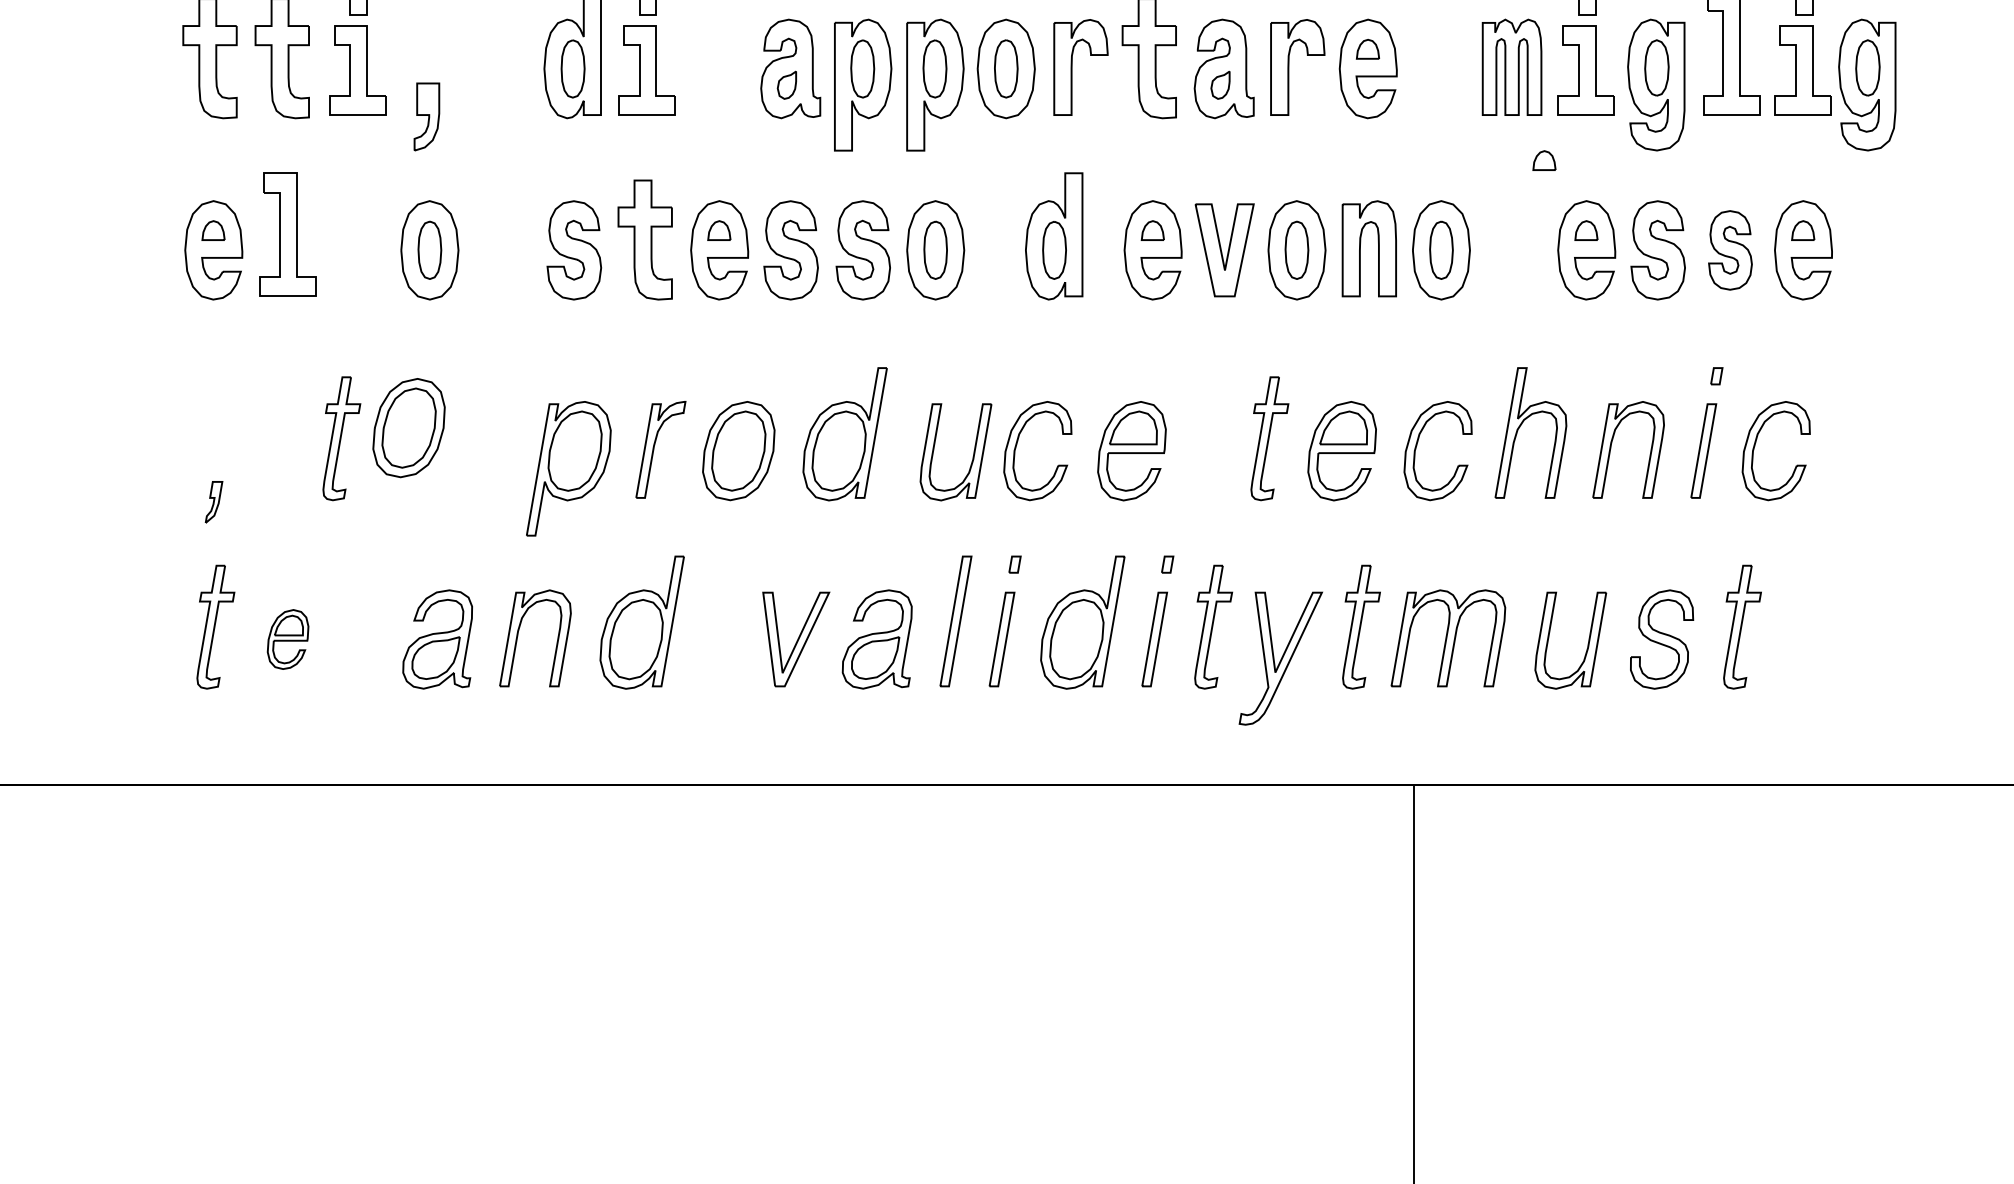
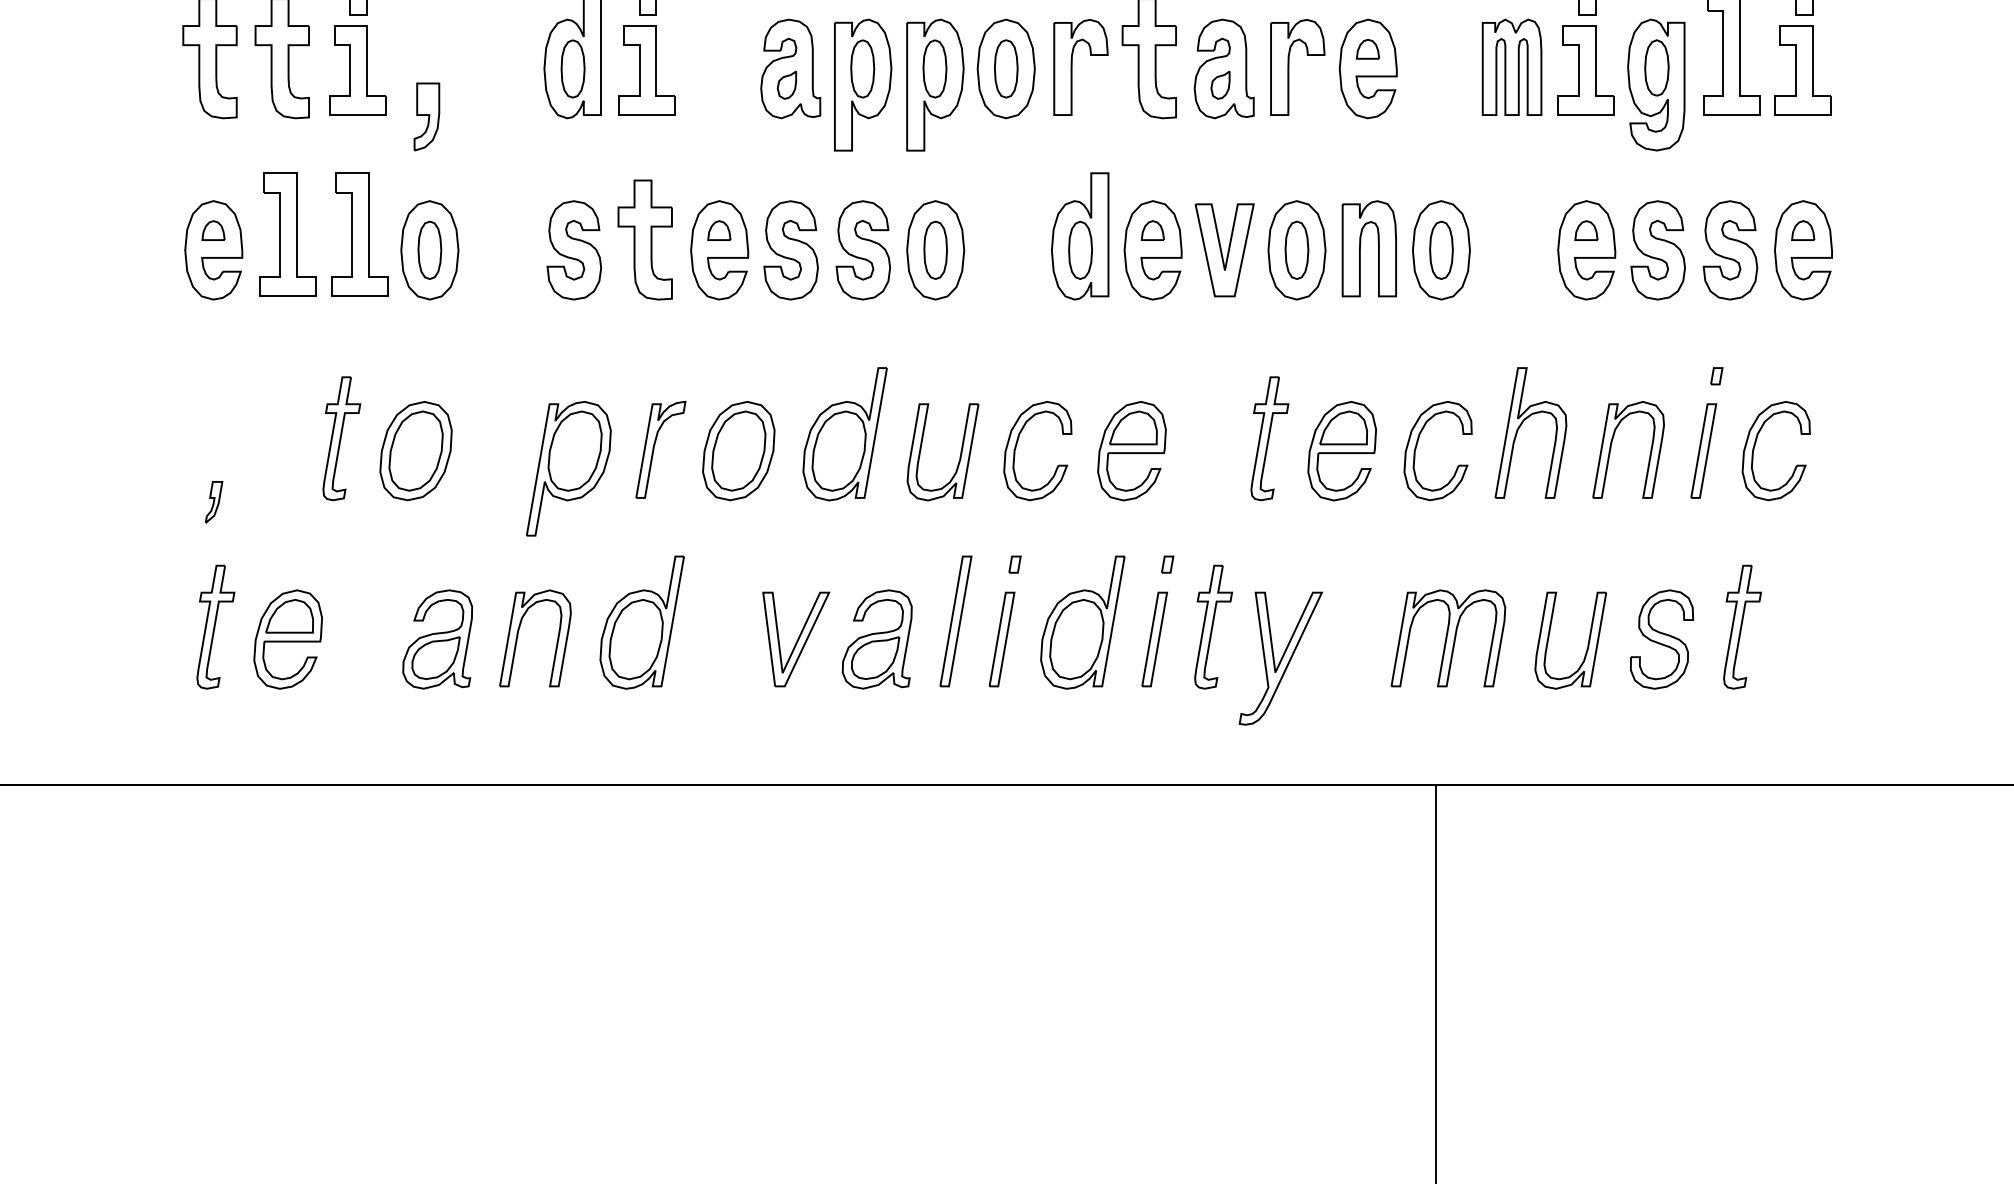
part at (1867, 84): present -> none
part at (1544, 160): present -> none
part at (359, 234): none -> present
part at (1054, 236) position: (1054, 236) -> (1080, 236)
part at (1730, 250) size: 45x81 px -> 57x101 px
part at (408, 428) position: (408, 428) -> (415, 451)
part at (972, 456) position: (972, 456) -> (959, 456)
part at (1361, 626): present -> none
part at (287, 639) size: 44x61 px -> 70x101 px
line at (1414, 982) position: (1414, 982) -> (1436, 982)
